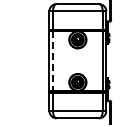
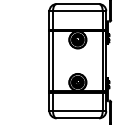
line at (53, 61): dashed -> solid
